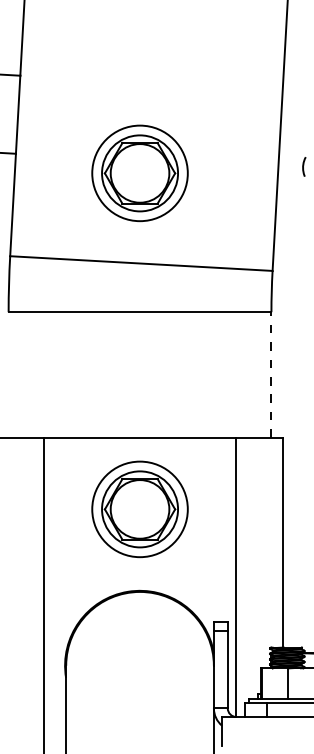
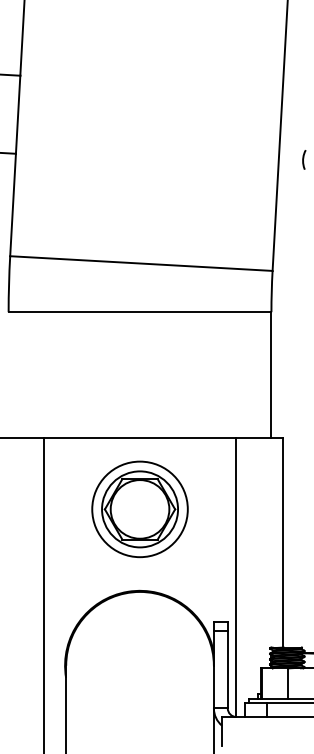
curve at (304, 165) position: (304, 165) -> (304, 158)
part at (139, 173): present -> none
line at (271, 374): dashed -> solid
